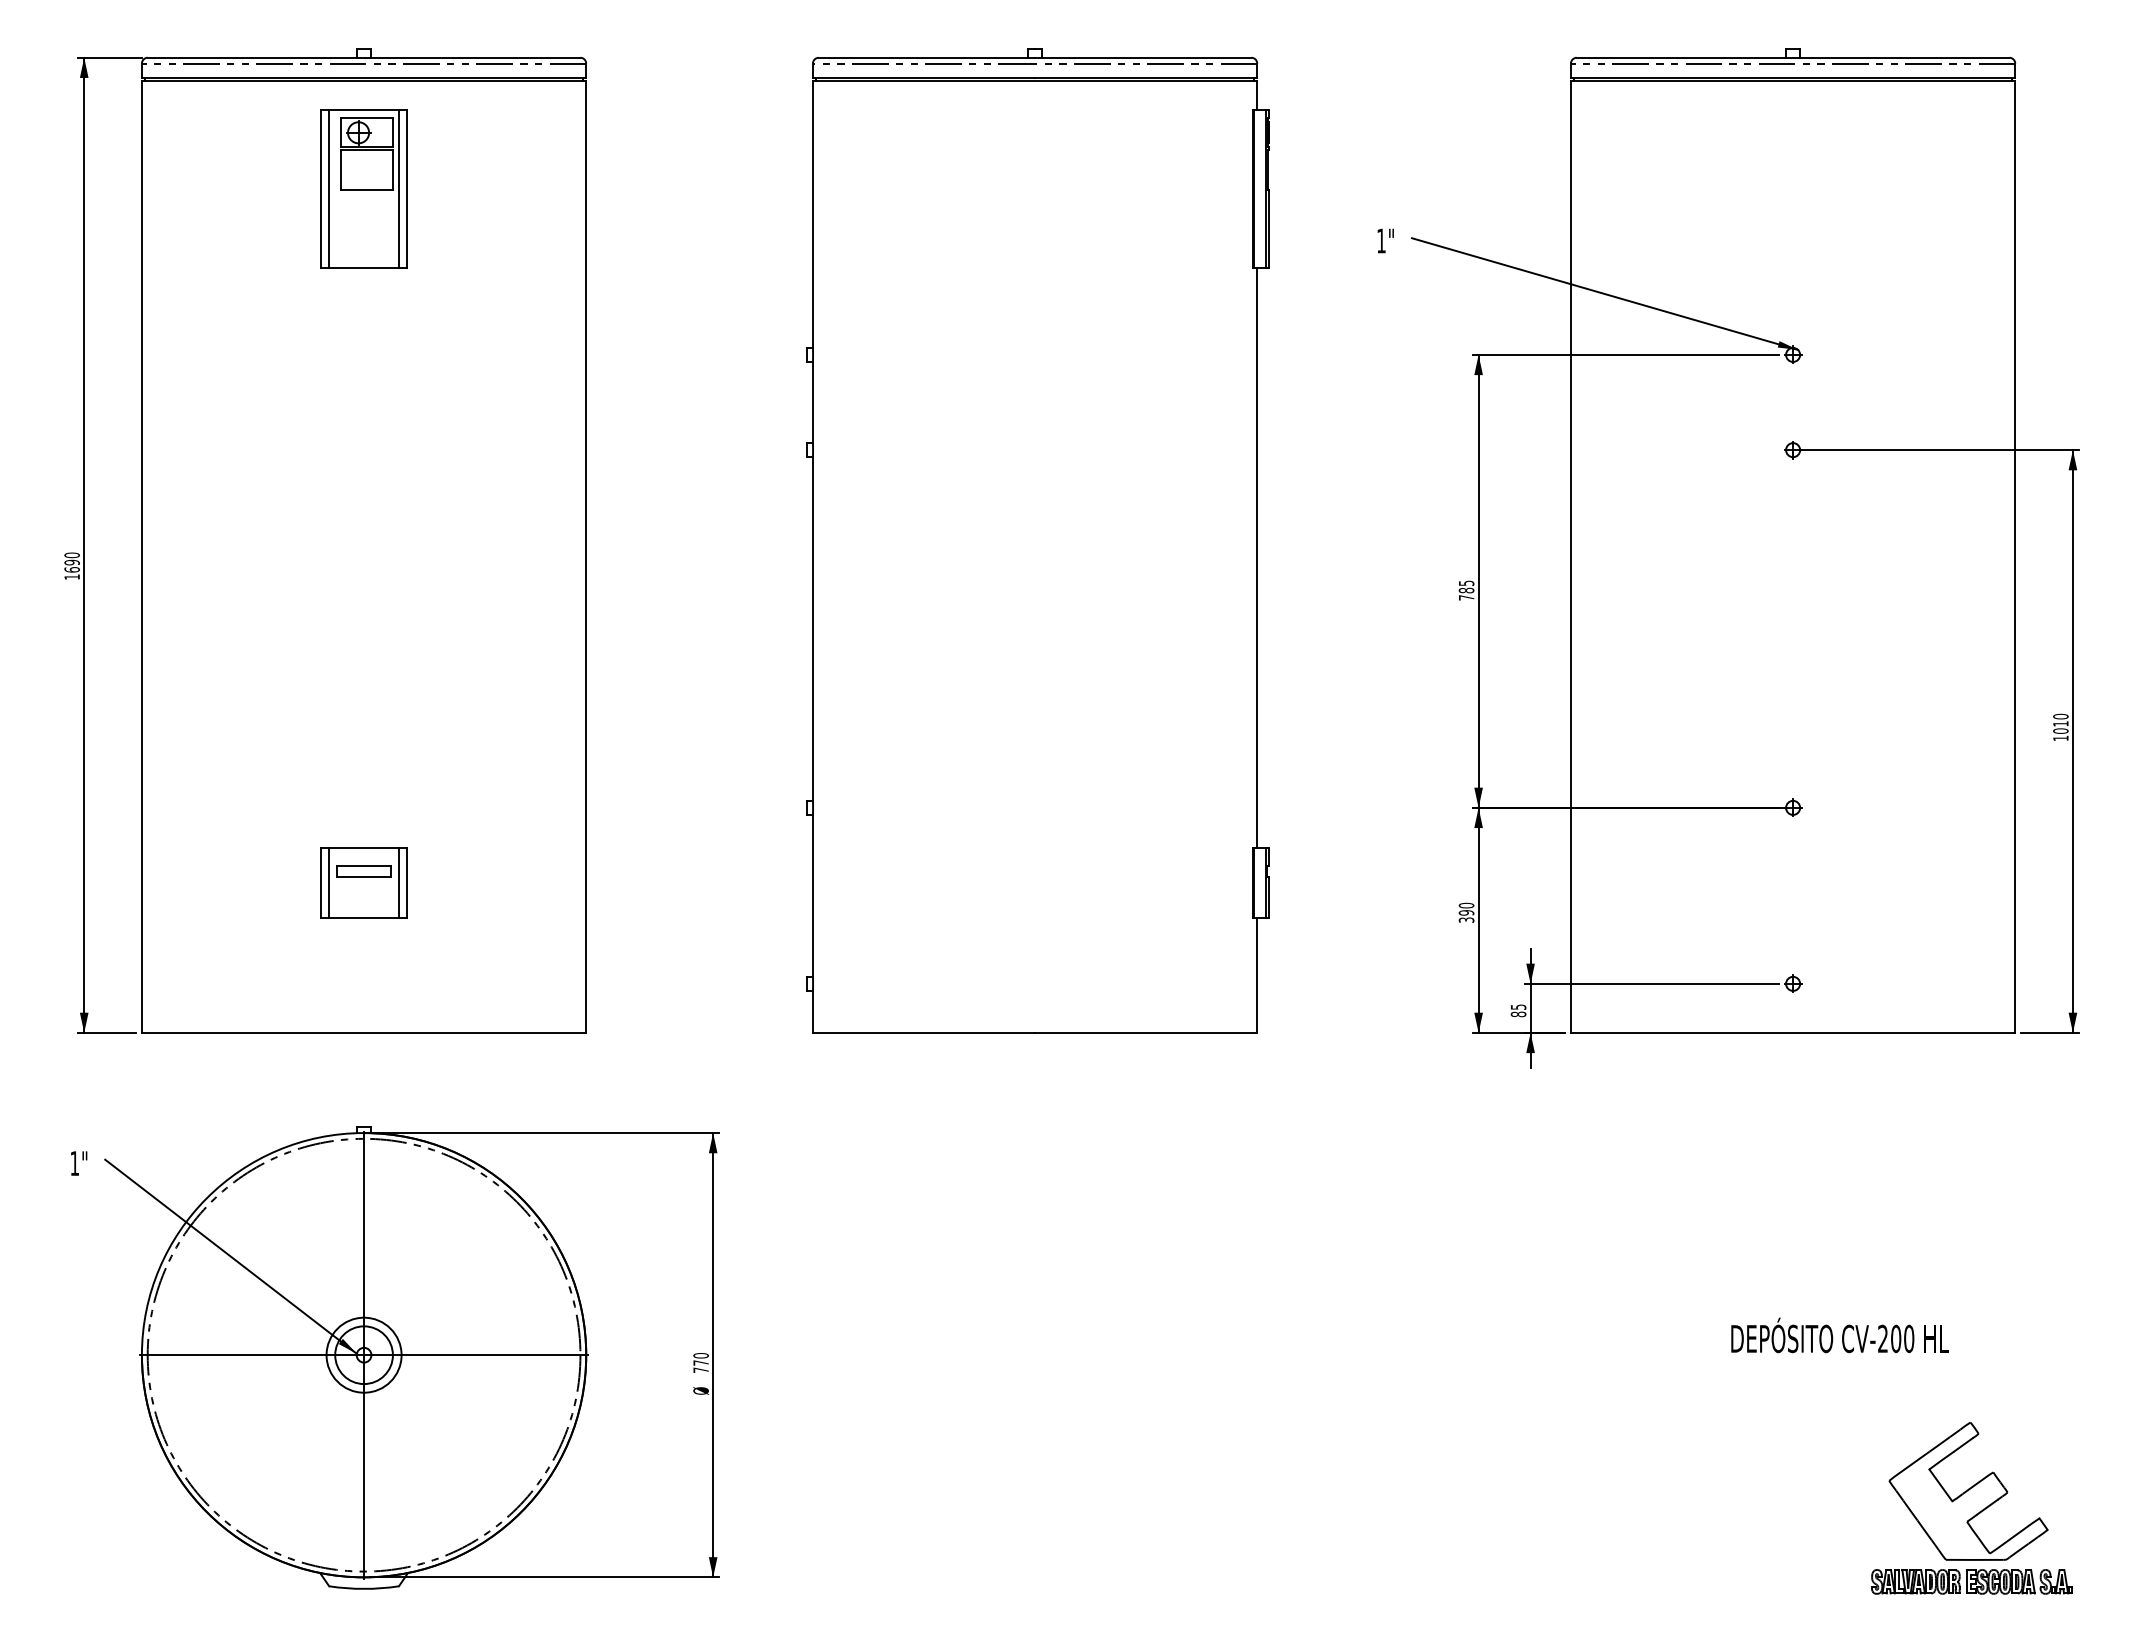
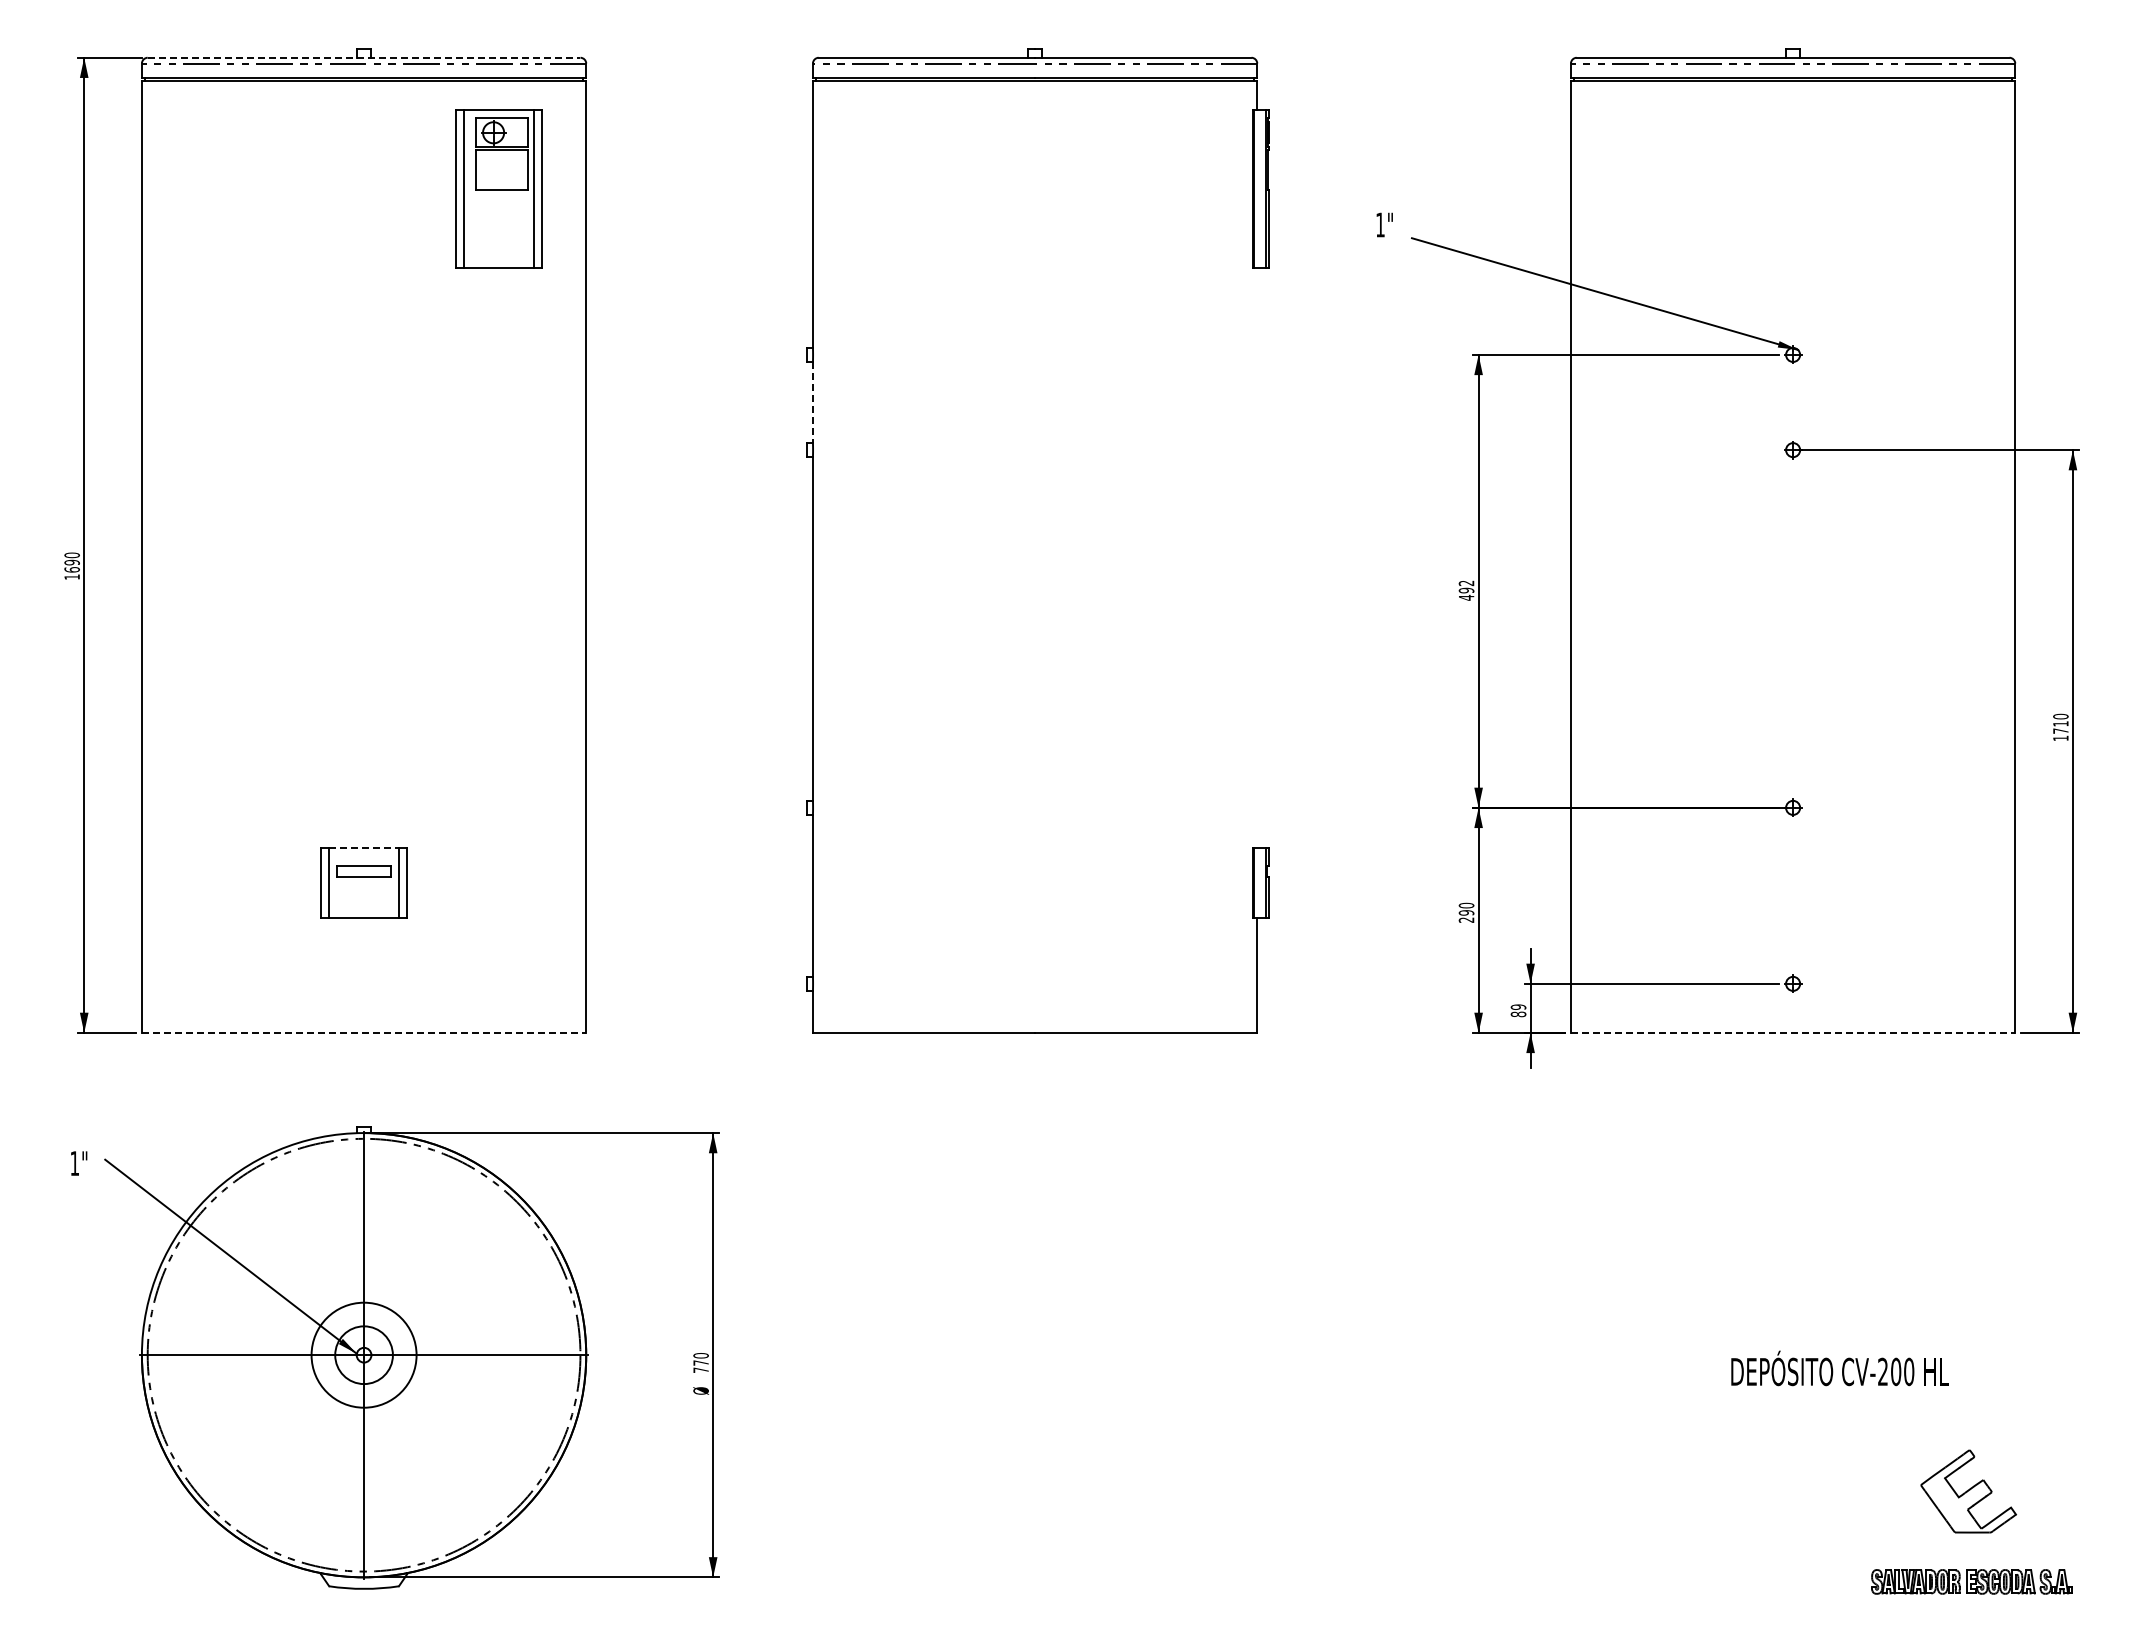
line at (364, 57): solid -> dashed
part at (363, 188) position: (363, 188) -> (498, 188)
text at (1385, 240) position: (1385, 240) -> (1384, 224)
line at (812, 402): solid -> dashed
line at (1257, 558): present -> none
text at (1466, 590): 785 -> 492
text at (2060, 730): 1010 -> 1710
line at (364, 848): solid -> dashed
text at (1466, 919): 390 -> 290
text at (1517, 1006): 85 -> 89
line at (364, 1032): solid -> dashed
line at (1793, 1032): solid -> dashed
text at (1839, 1335) position: (1839, 1335) -> (1839, 1368)
circle at (363, 1354) diameter: 75 px -> 105 px
part at (1968, 1491) size: 161x139 px -> 97x85 px
